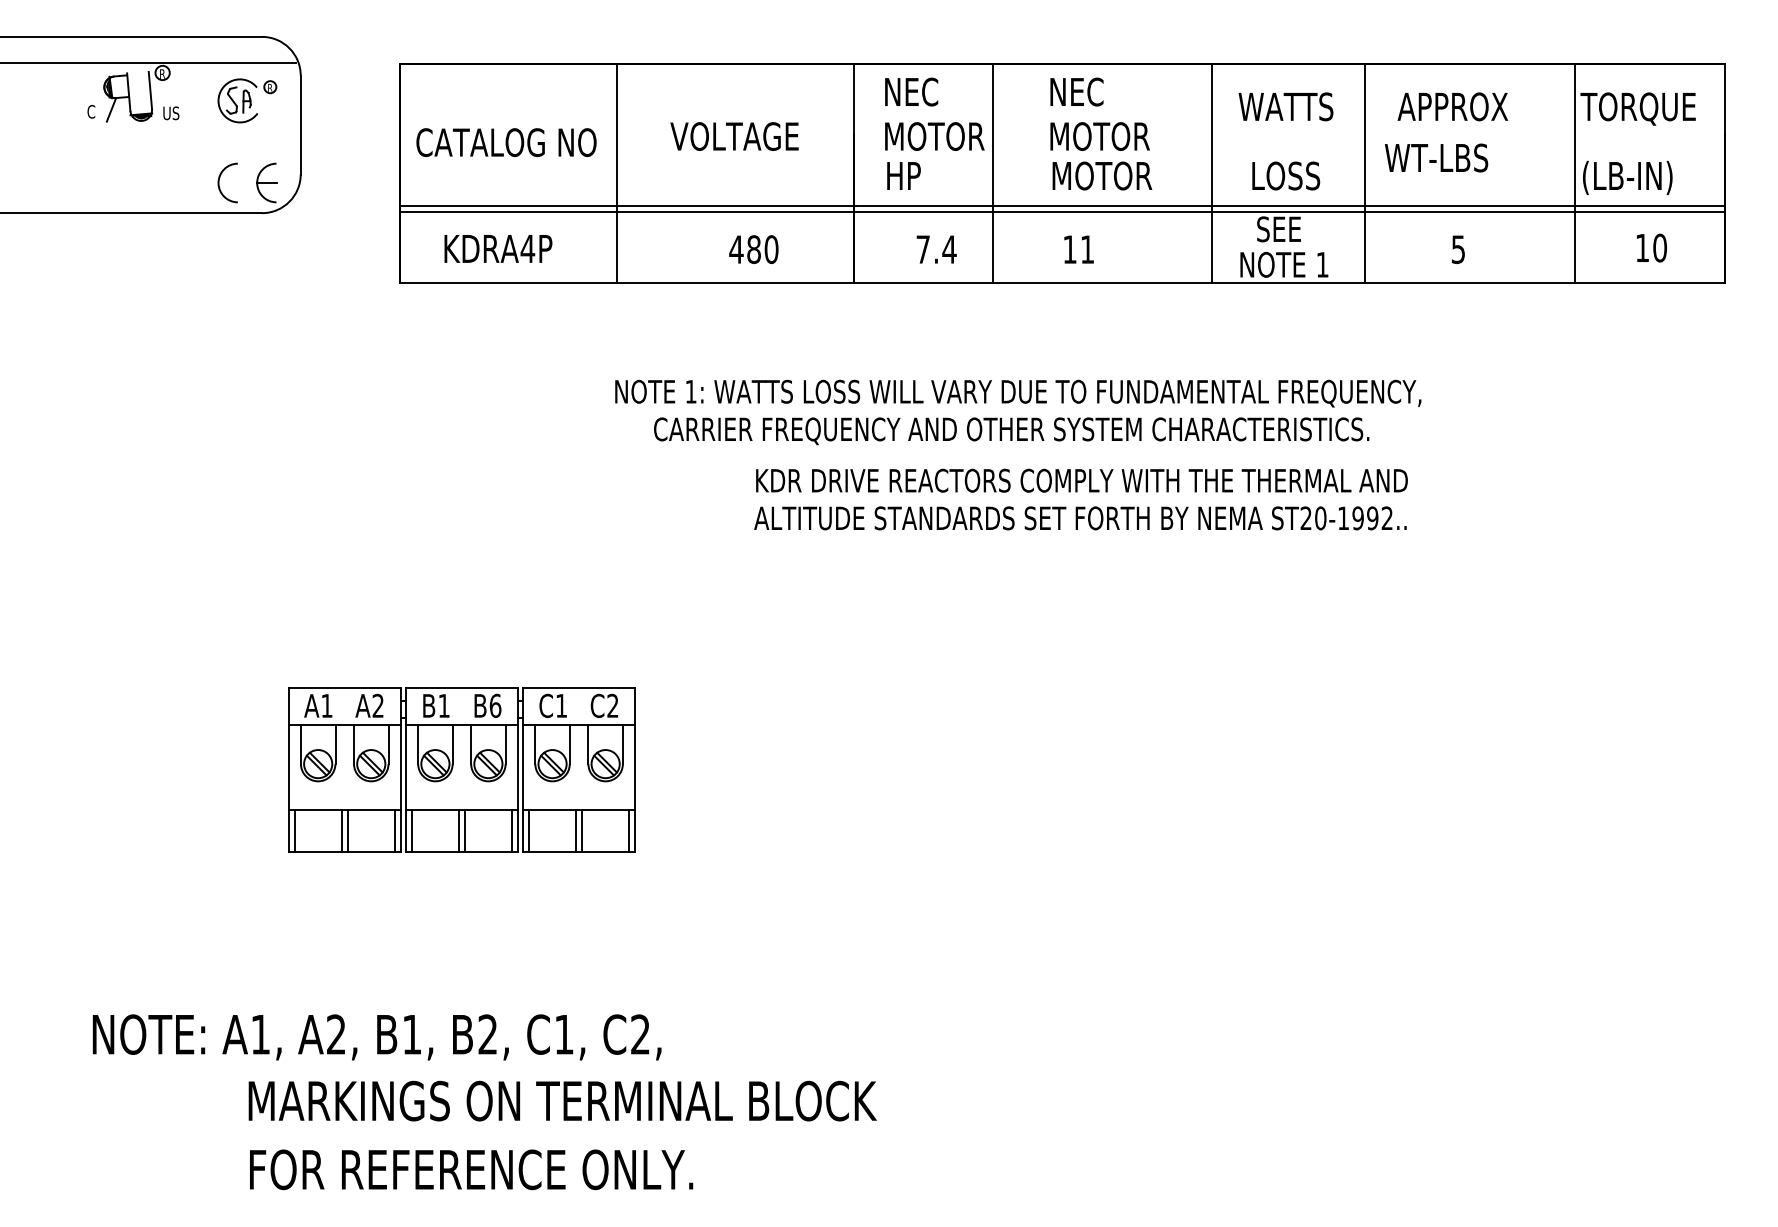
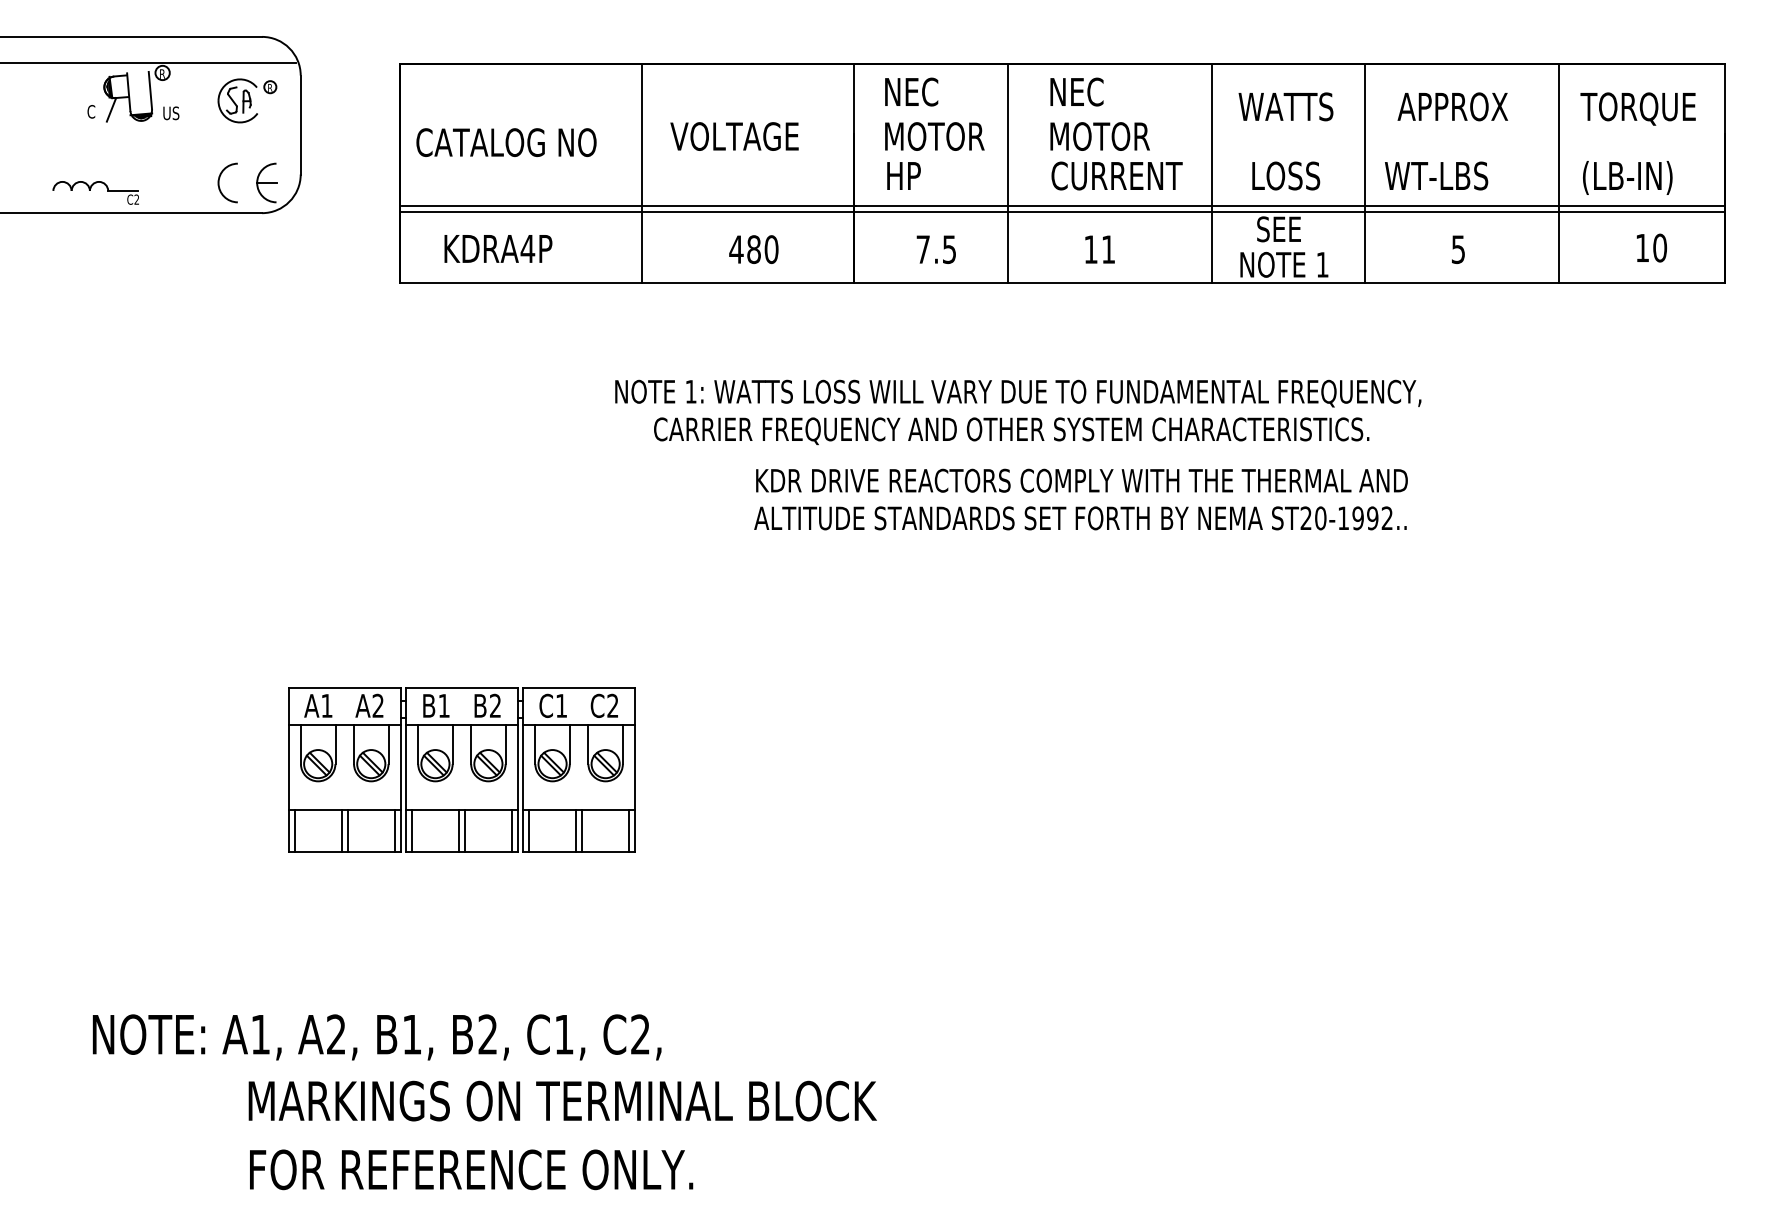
text at (1436, 157) position: (1436, 157) -> (1436, 175)
line at (617, 173) position: (617, 173) -> (642, 173)
line at (993, 173) position: (993, 173) -> (1008, 173)
line at (1575, 173) position: (1575, 173) -> (1559, 173)
text at (1116, 175): MOTOR -> CURRENT
part at (95, 192): none -> present
text at (949, 249): 7.4 -> 7.5
text at (1078, 249) position: (1078, 249) -> (1099, 249)
text at (495, 705): B6 -> B2
